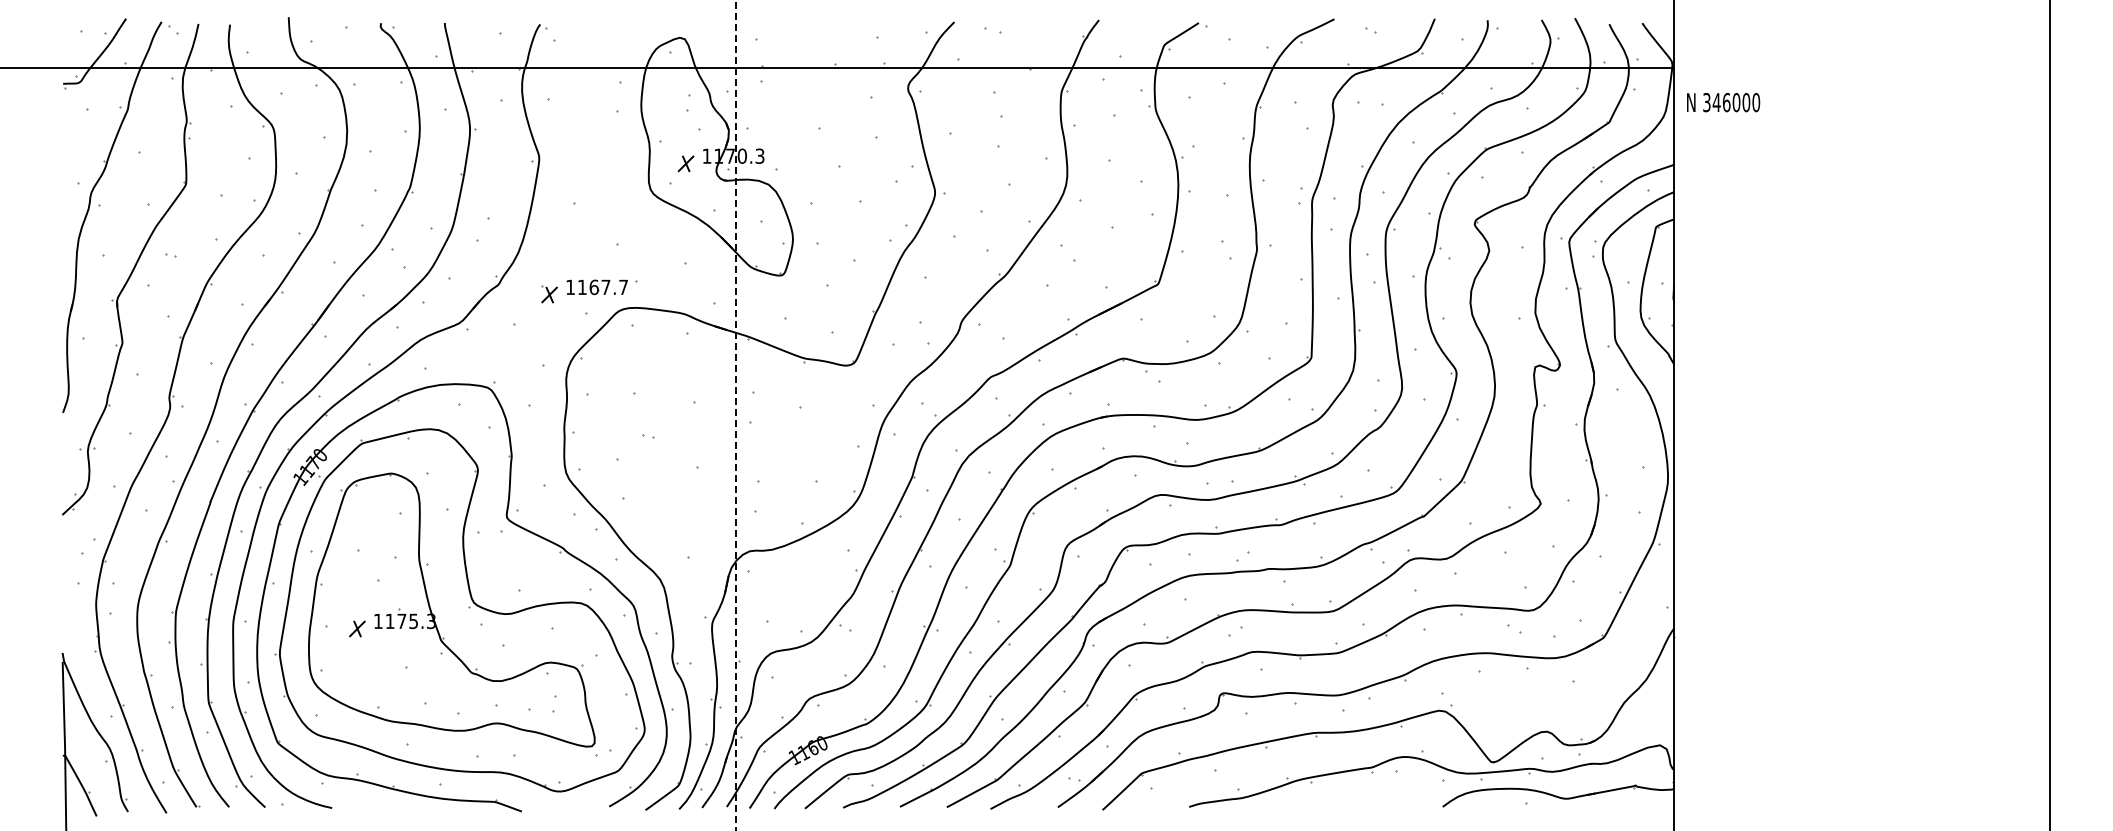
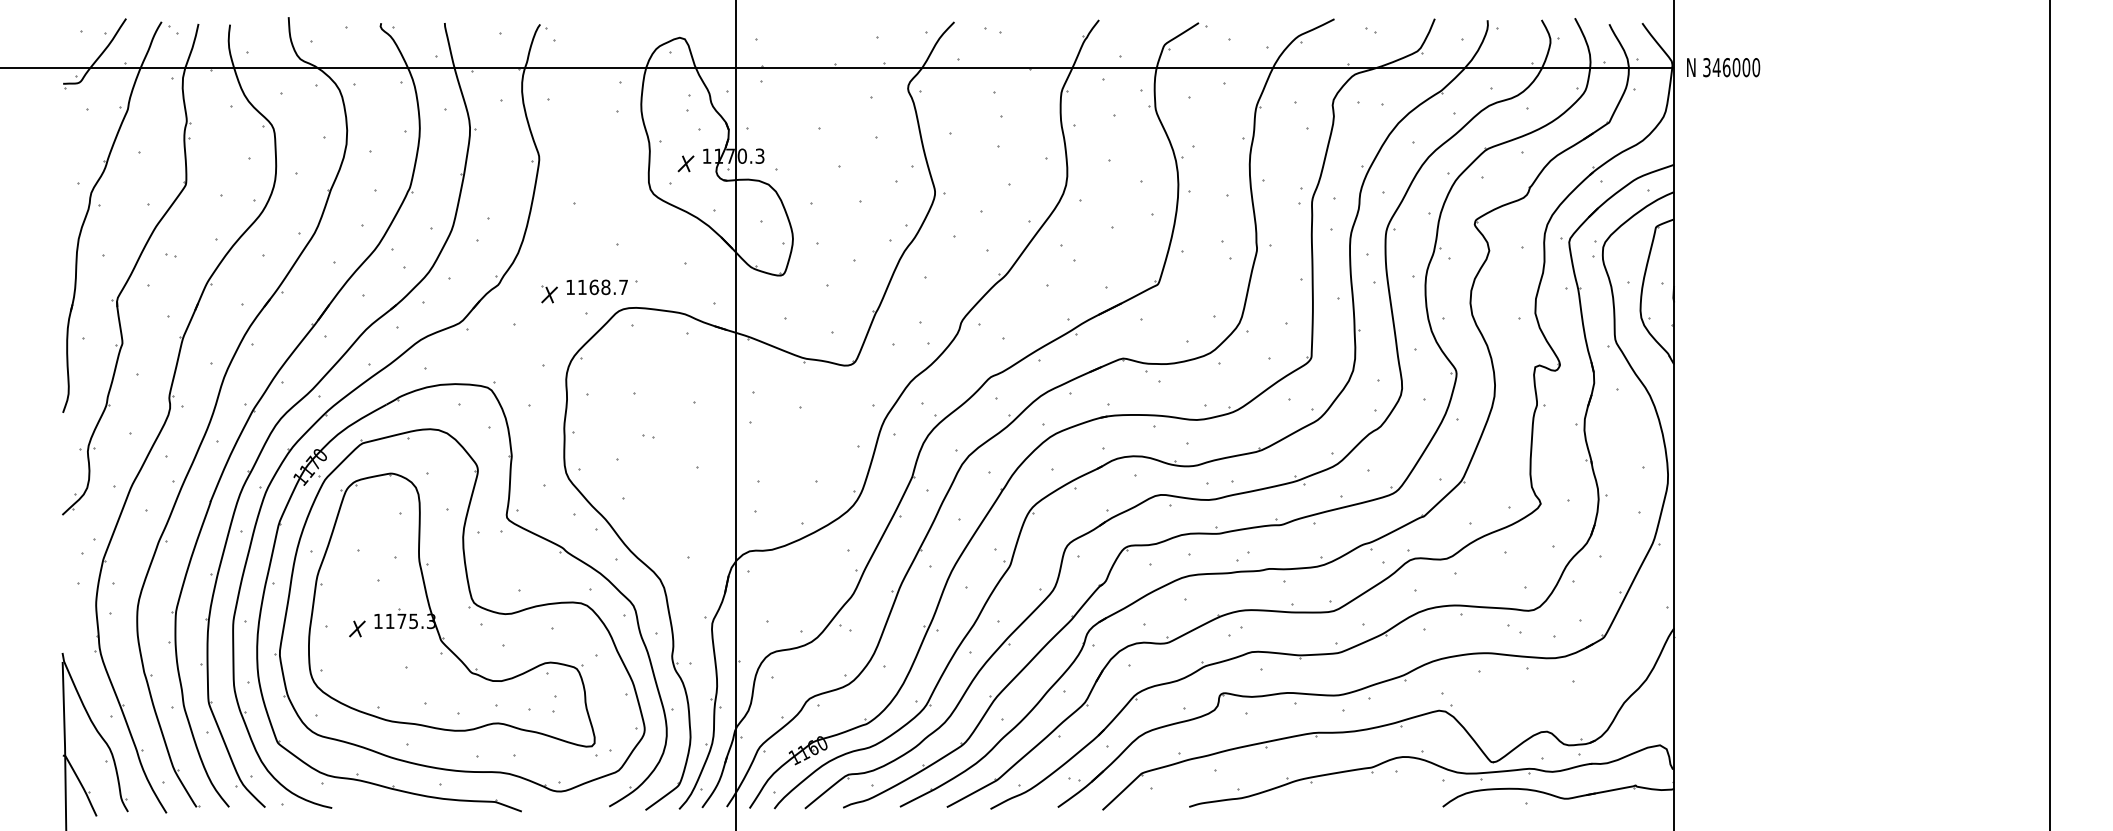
text at (1723, 102) position: (1723, 102) -> (1723, 67)
text at (605, 287): 1167.7 -> 1168.7
line at (735, 415): dashed -> solid
